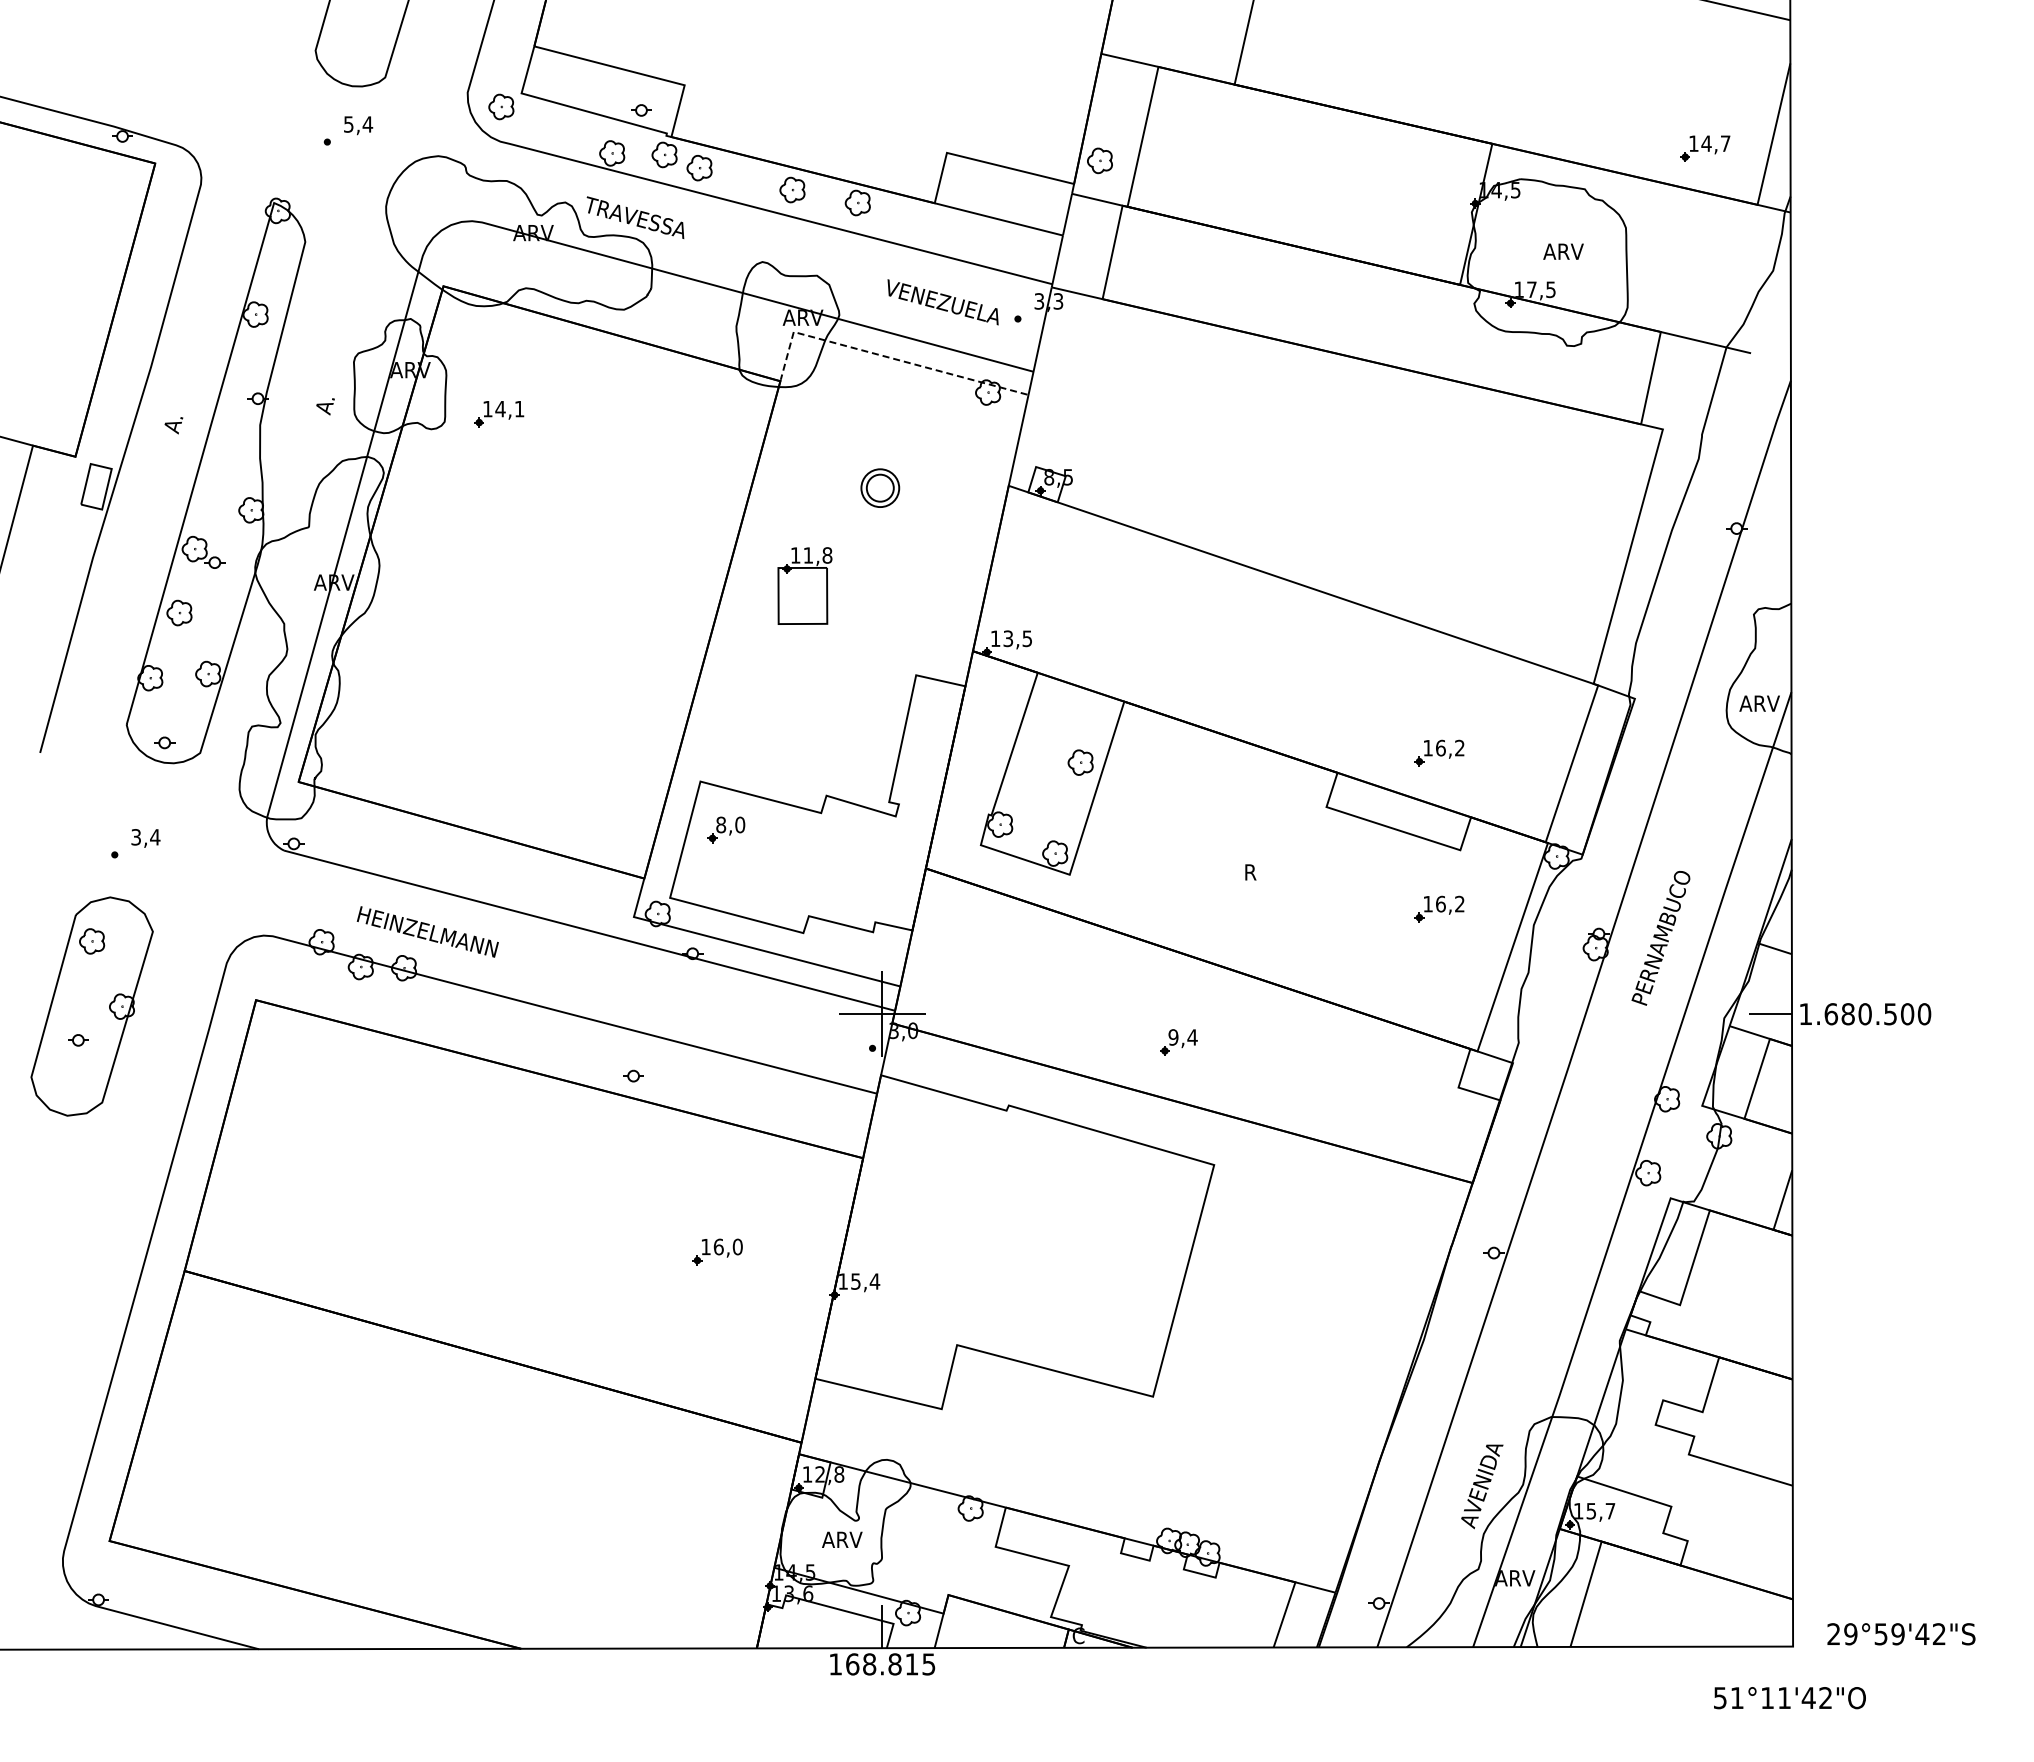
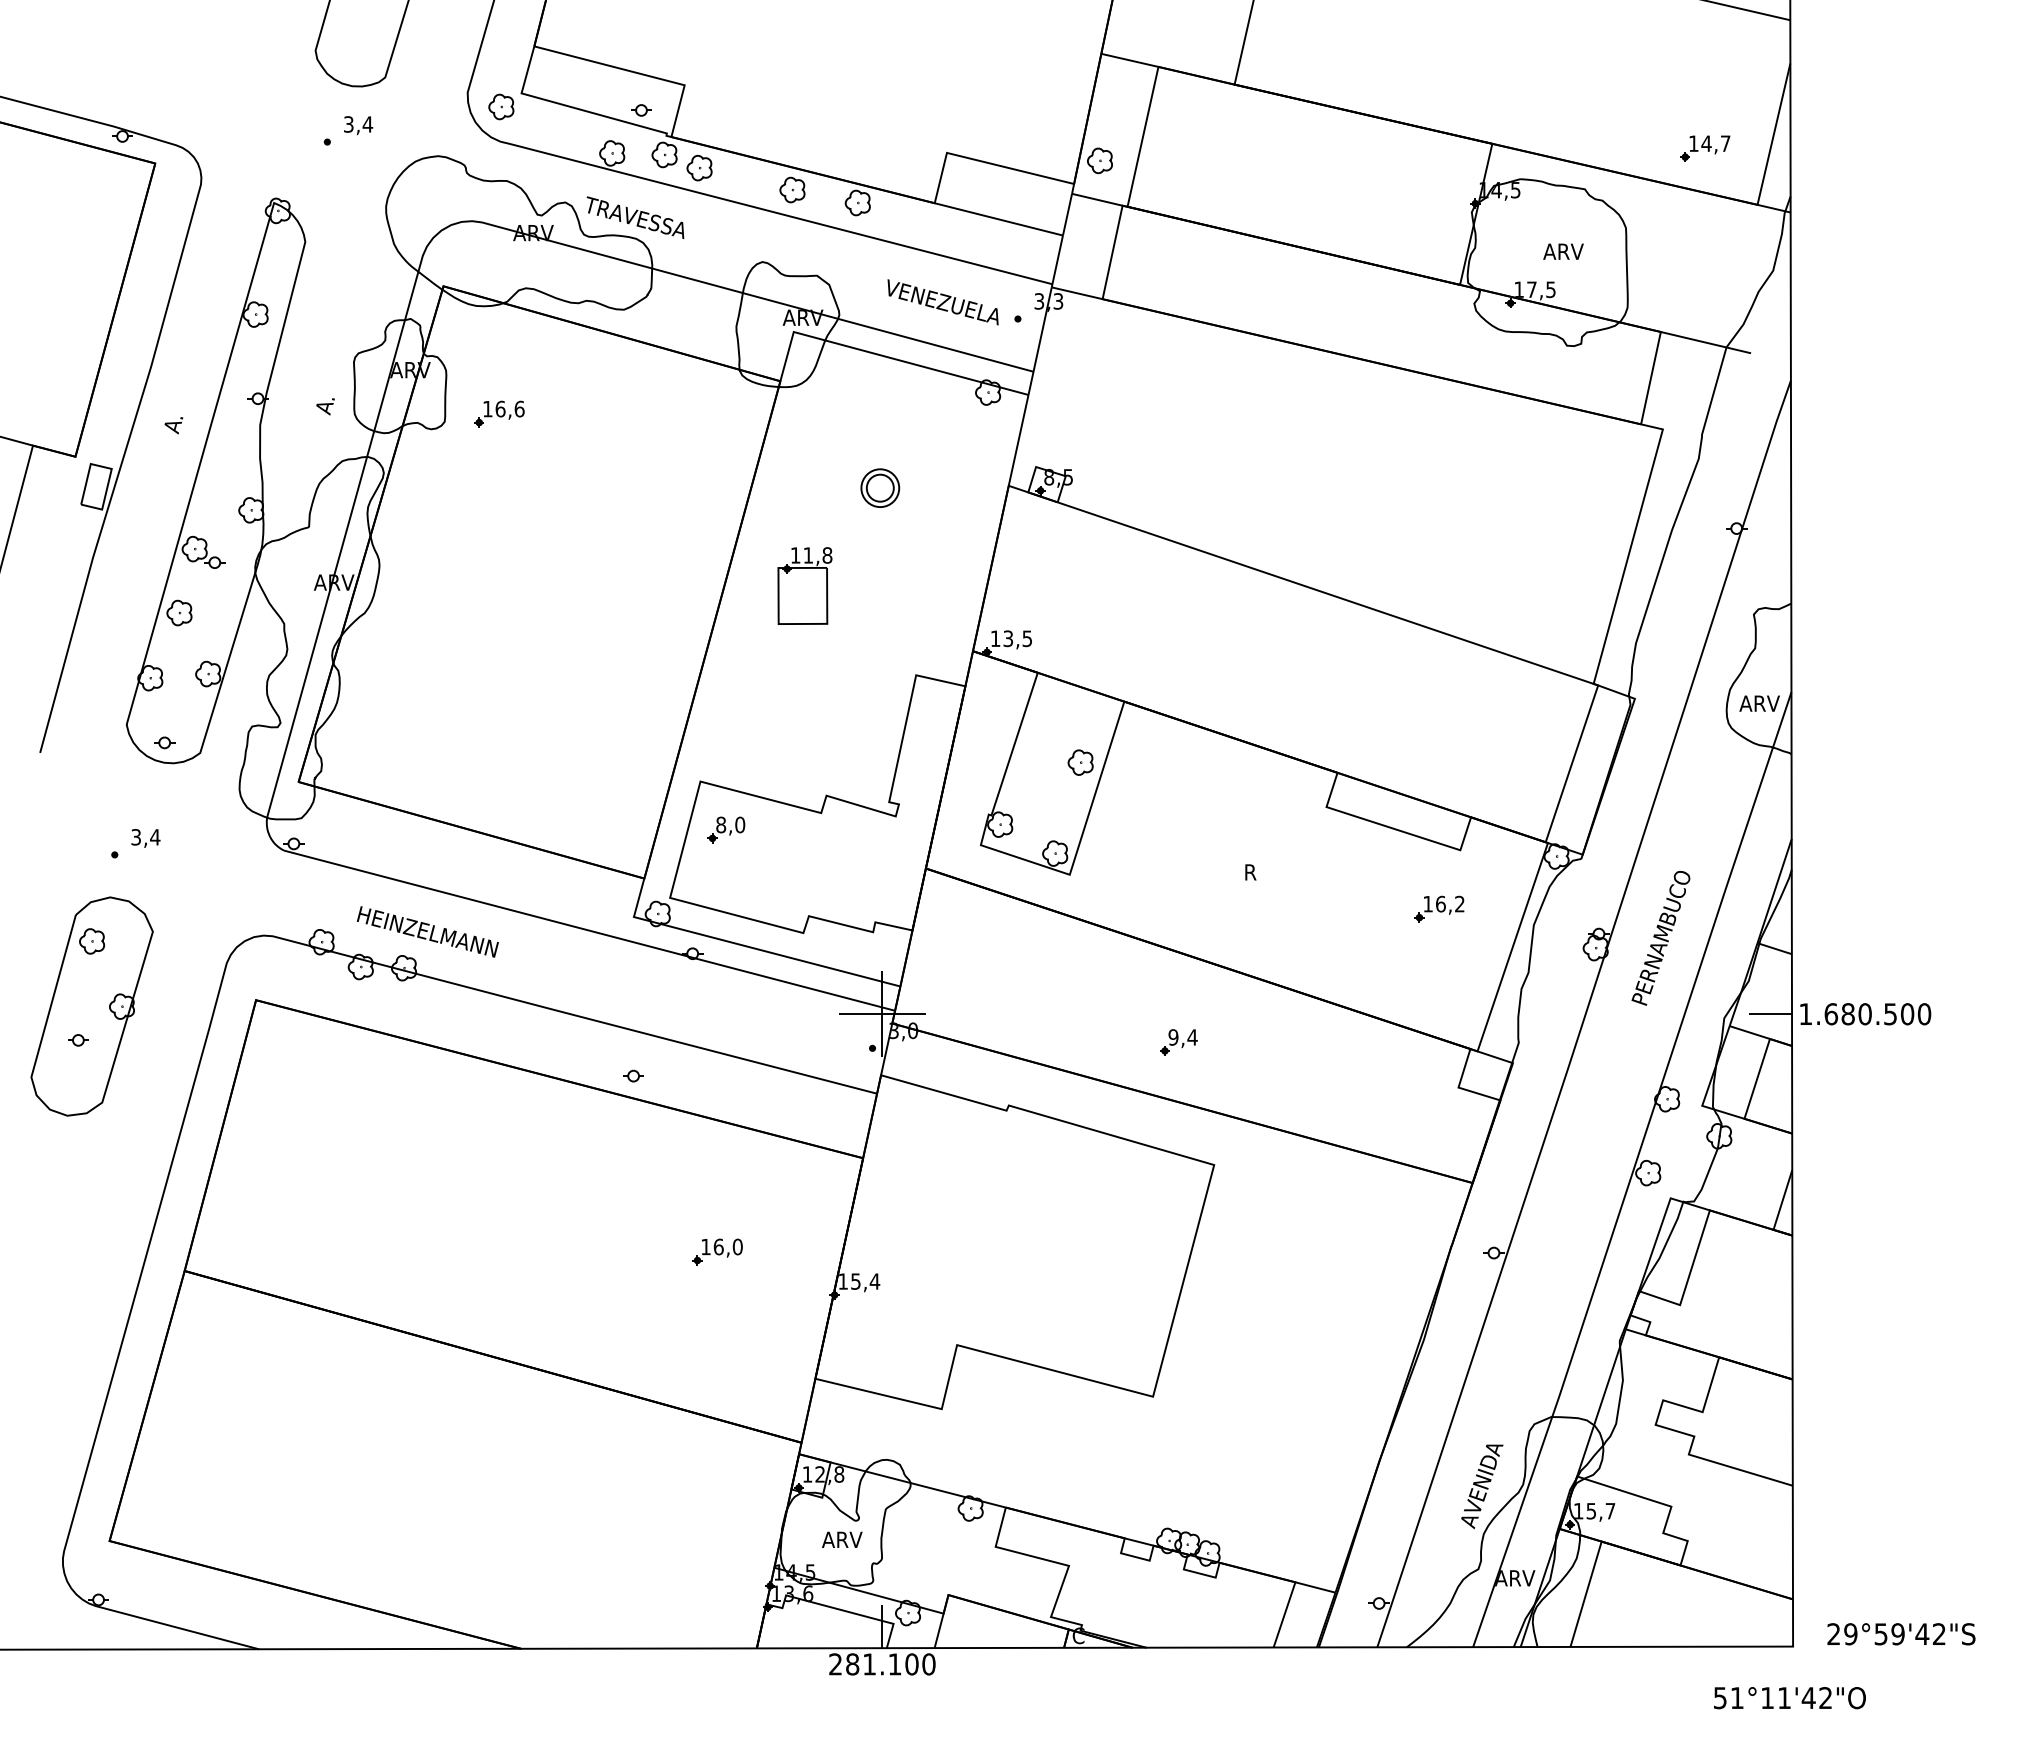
text at (348, 123): 5,4 -> 3,4
line at (885, 356): dashed -> solid
text at (509, 408): 14,1 -> 16,6
part at (1439, 752): present -> none
text at (882, 1664): 168.815 -> 281.100
